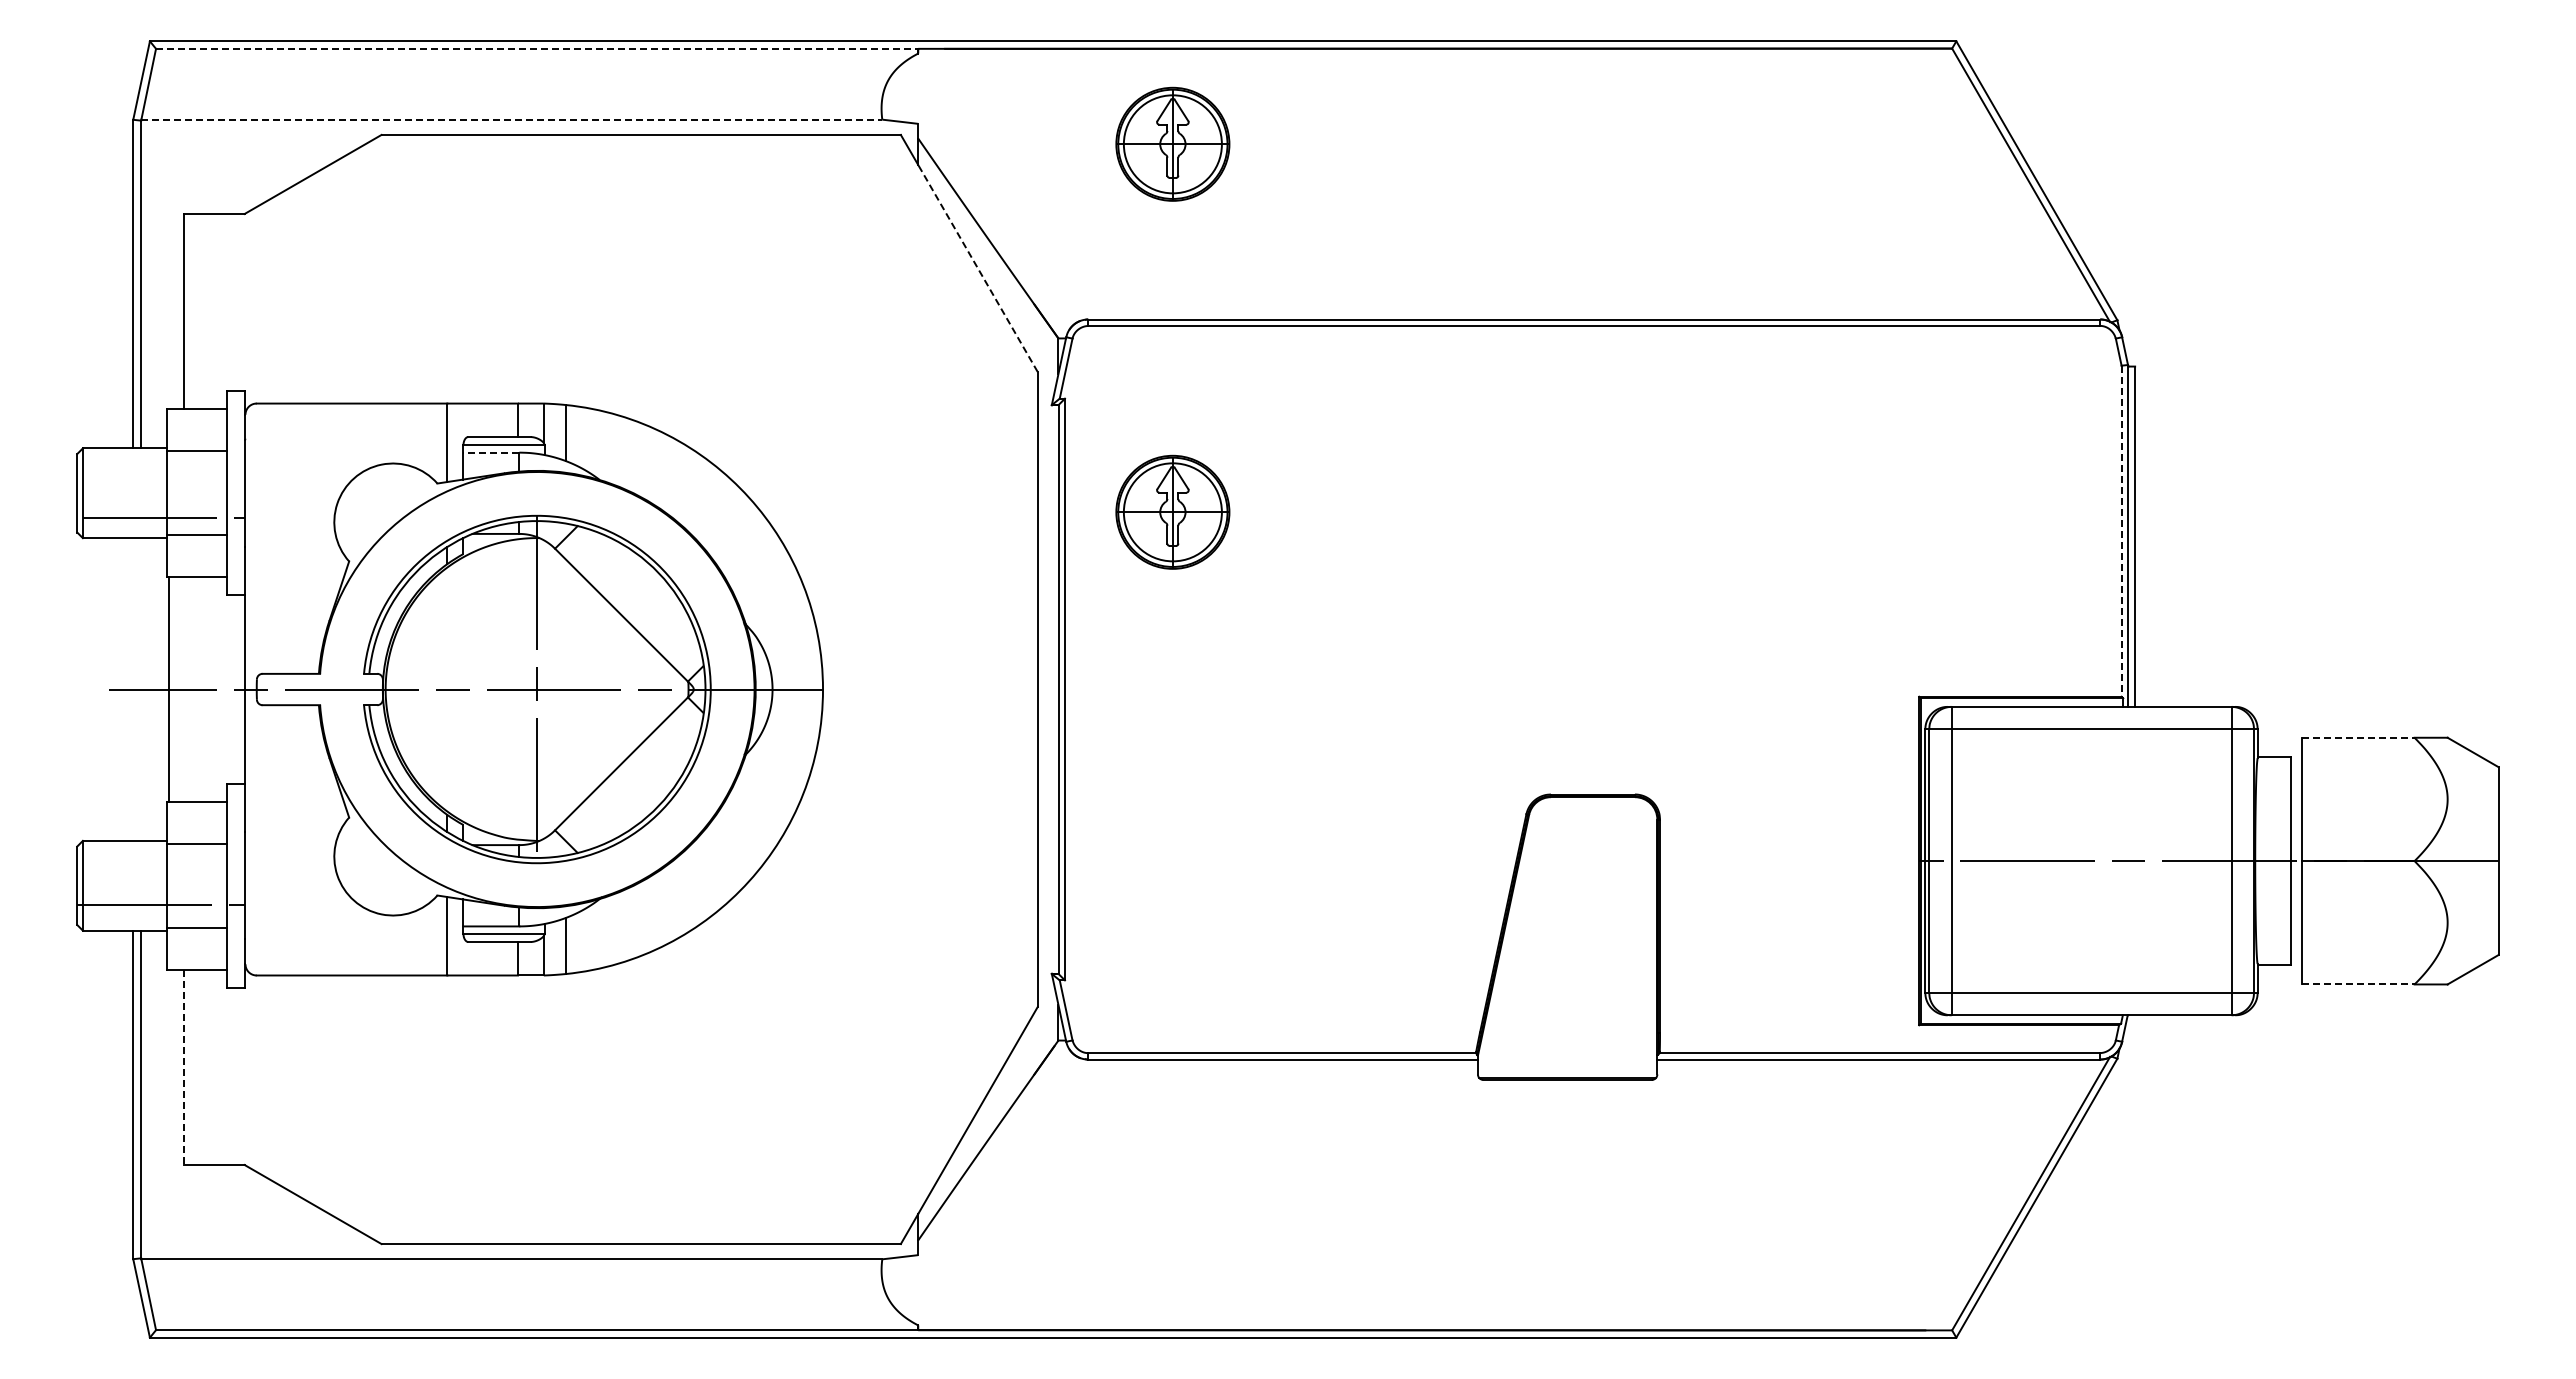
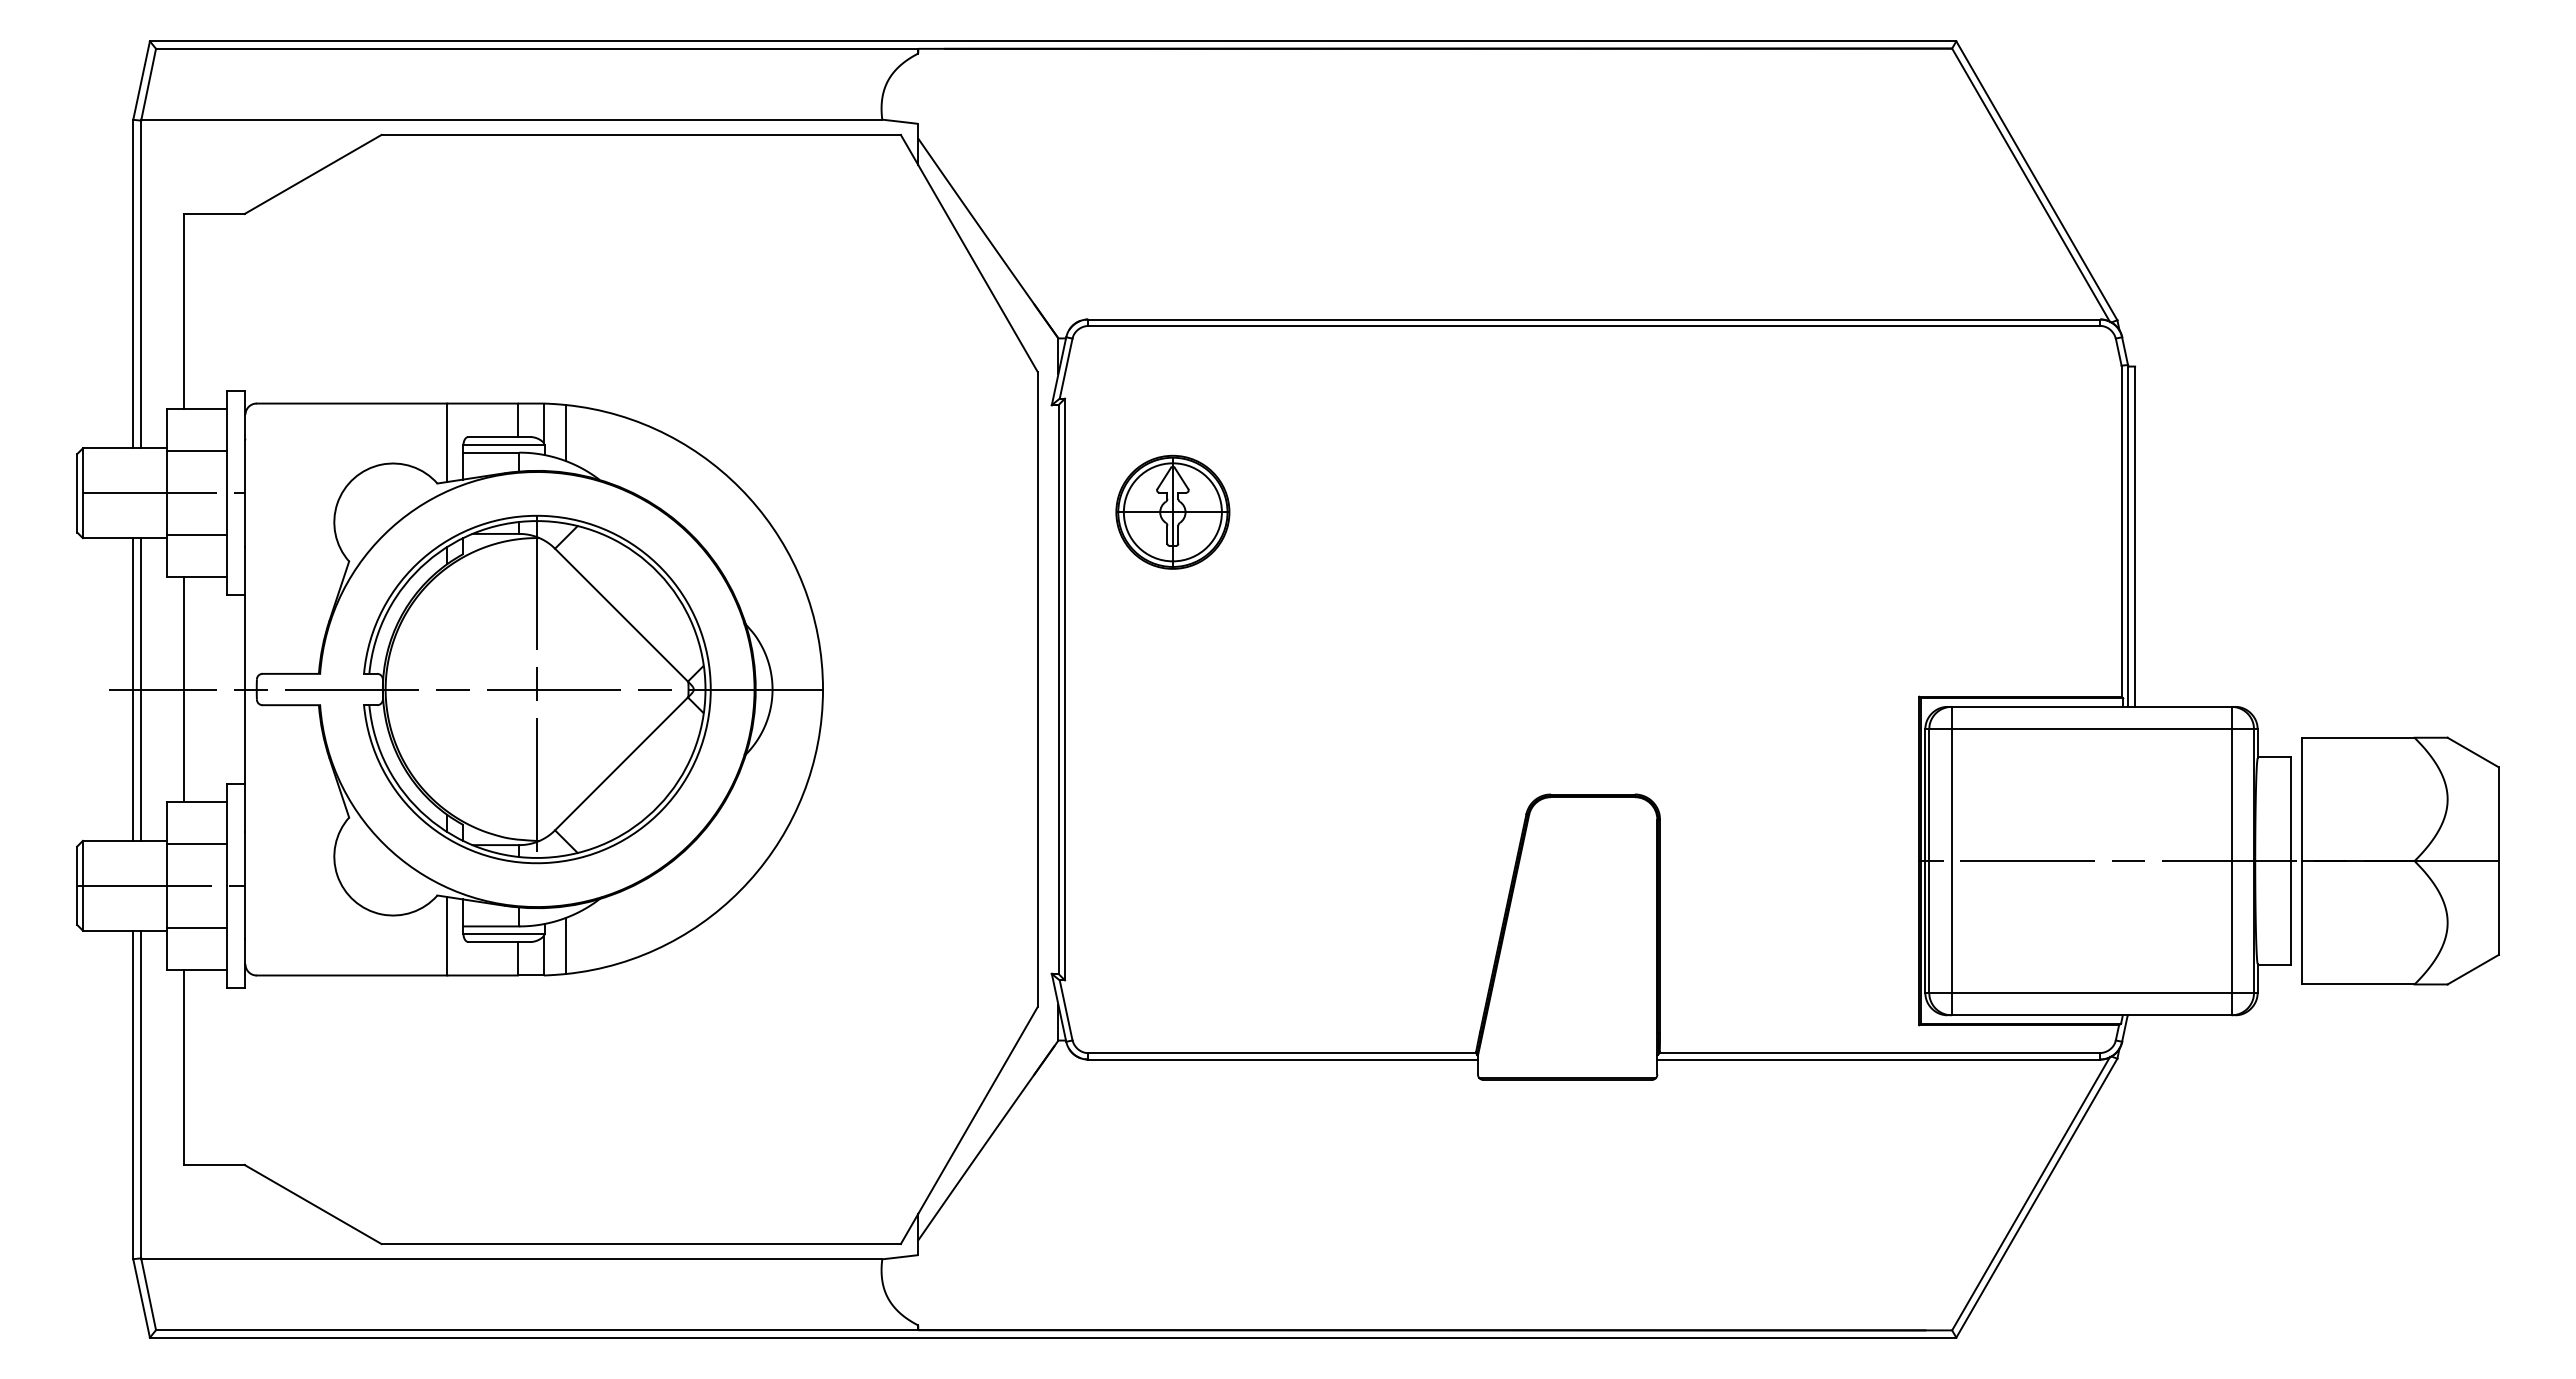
line at (537, 48): dashed -> solid
line at (512, 119): dashed -> solid
part at (1172, 143): present -> none
line at (977, 268): dashed -> solid
line at (491, 452): dashed -> solid
line at (163, 518) position: (163, 518) -> (163, 493)
line at (2121, 531): dashed -> solid
line at (133, 689): none -> present
line at (141, 689): none -> present
line at (169, 689) position: (169, 689) -> (184, 689)
line at (2359, 737): dashed -> solid
line at (161, 904) position: (161, 904) -> (161, 885)
line at (2359, 984): dashed -> solid
line at (184, 1067): dashed -> solid
